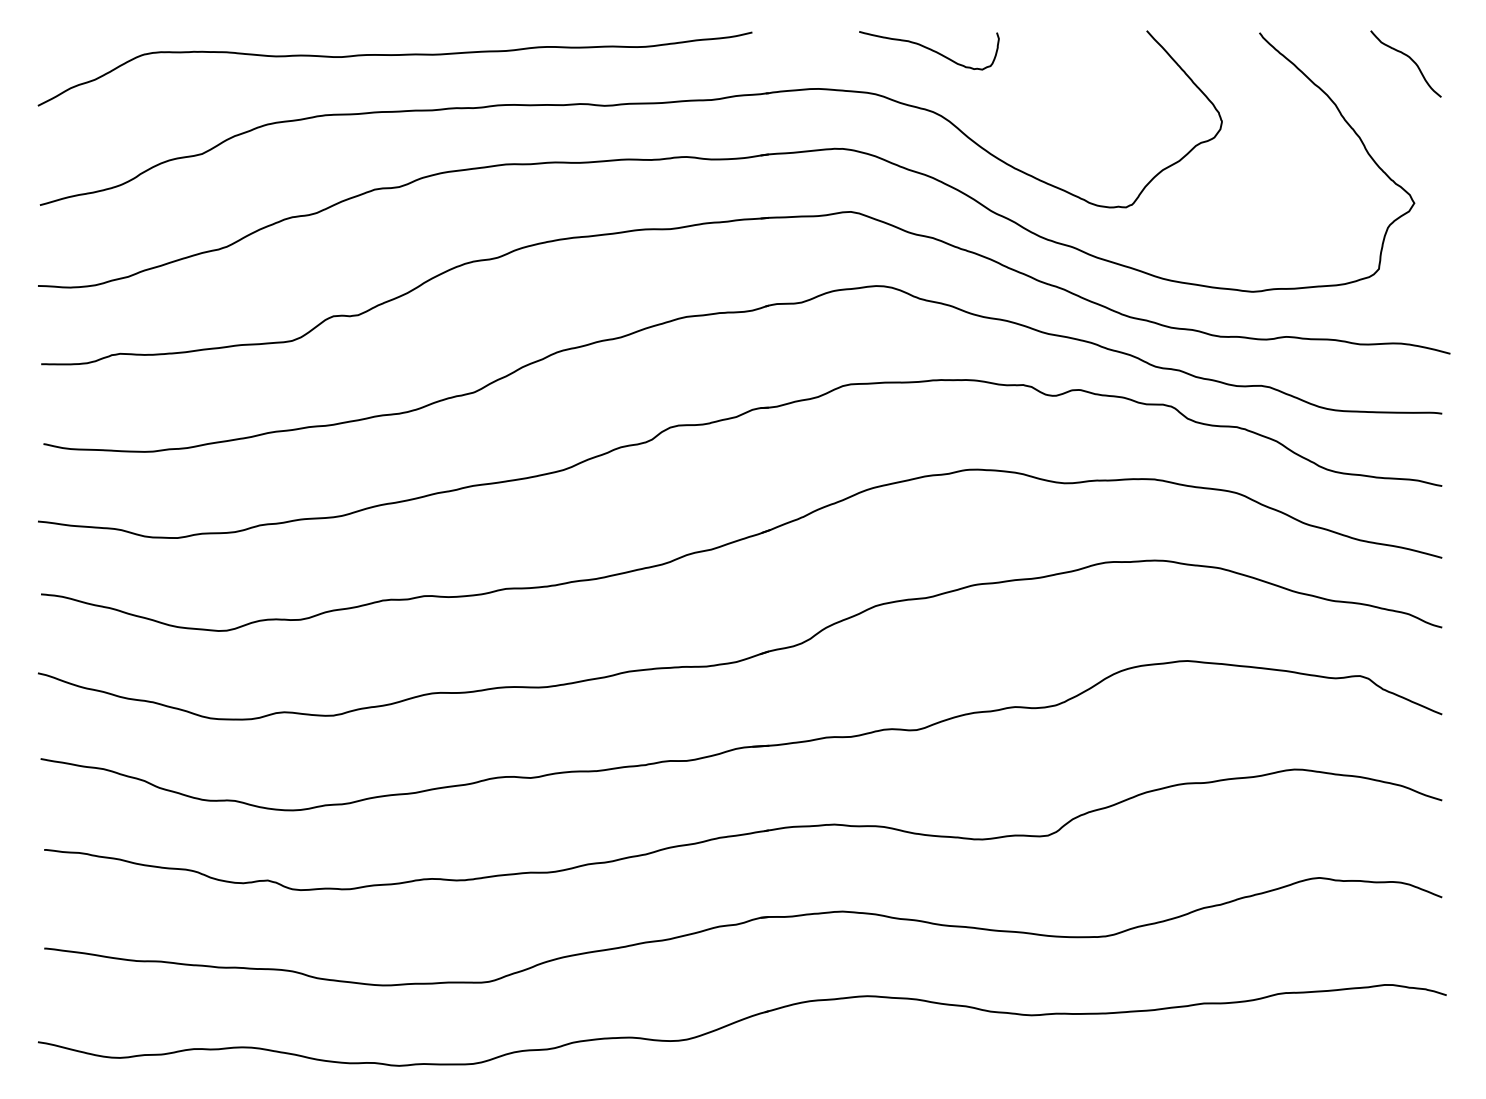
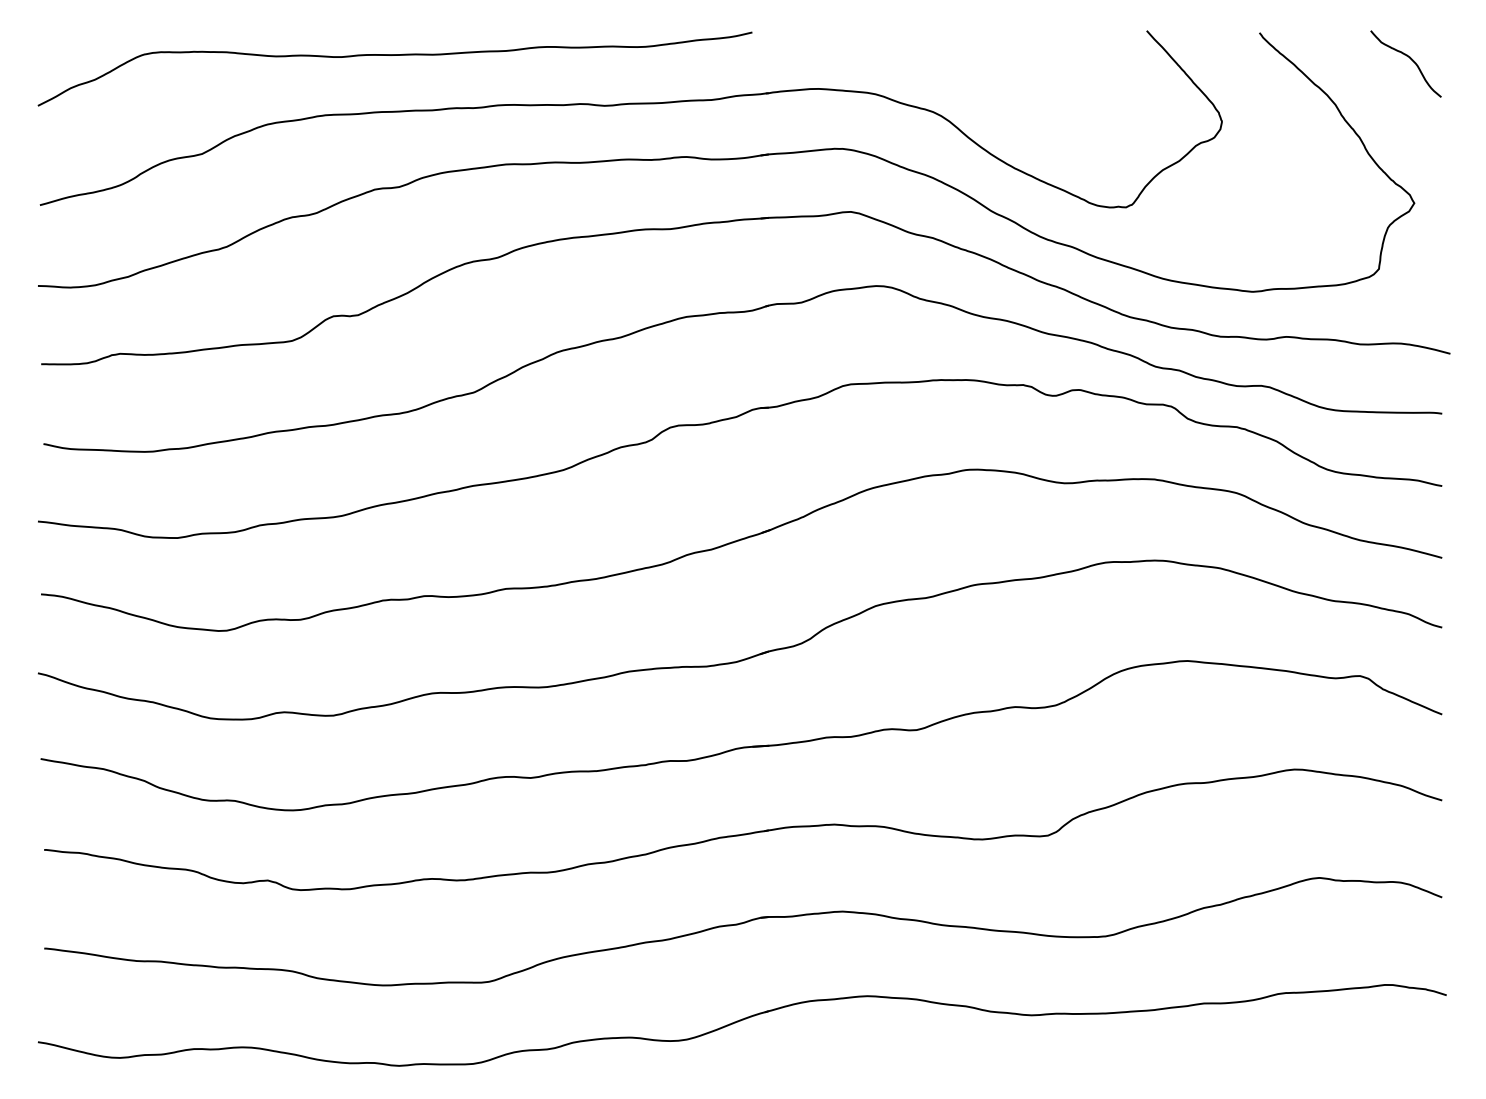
curve at (929, 49): present -> none
